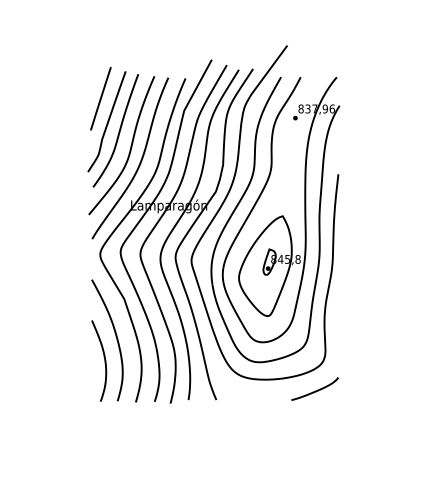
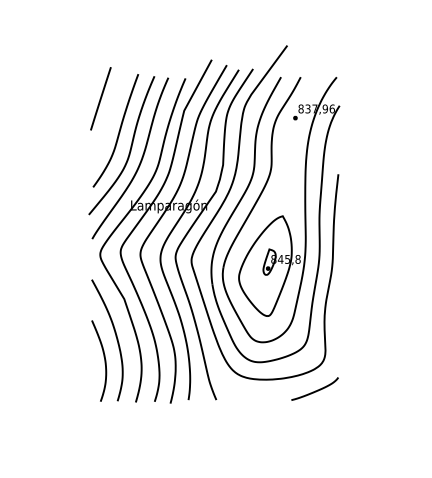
part at (106, 121): present -> none
